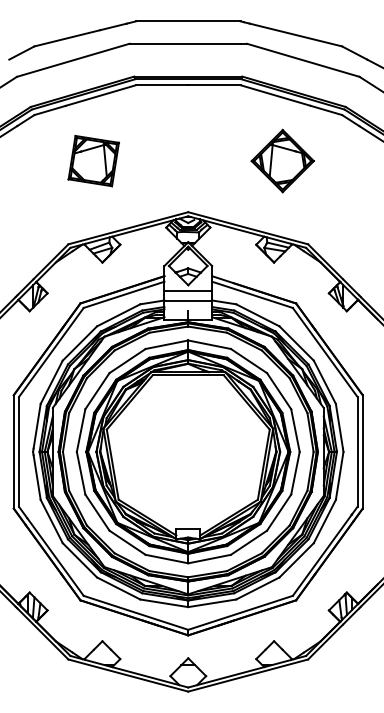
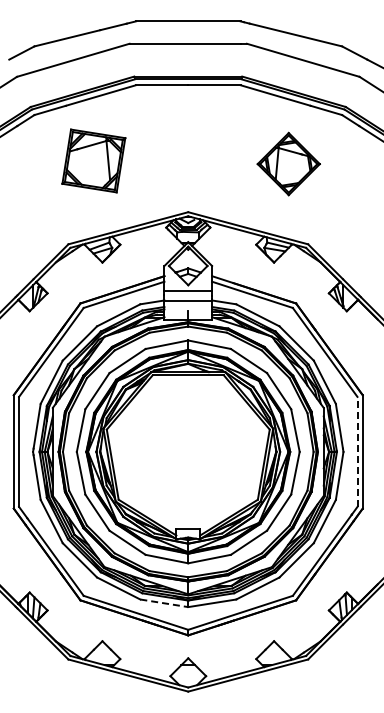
part at (282, 160) position: (282, 160) -> (288, 163)
part at (93, 161) size: 53x53 px -> 66x66 px
line at (357, 451): solid -> dashed
line at (164, 603): solid -> dashed
